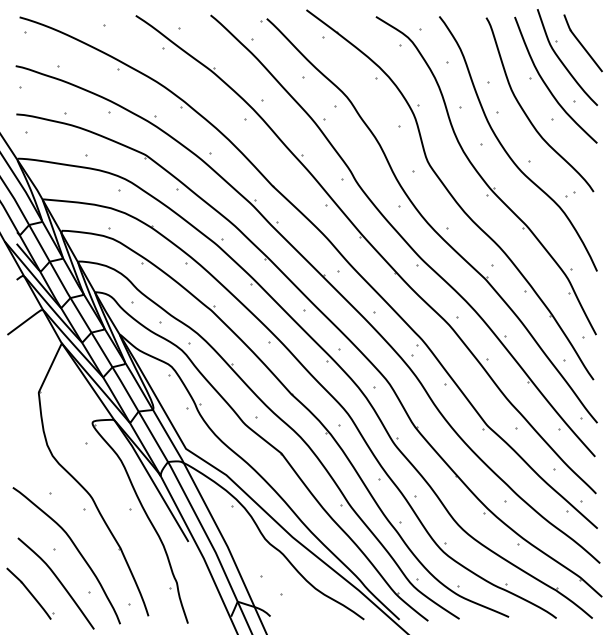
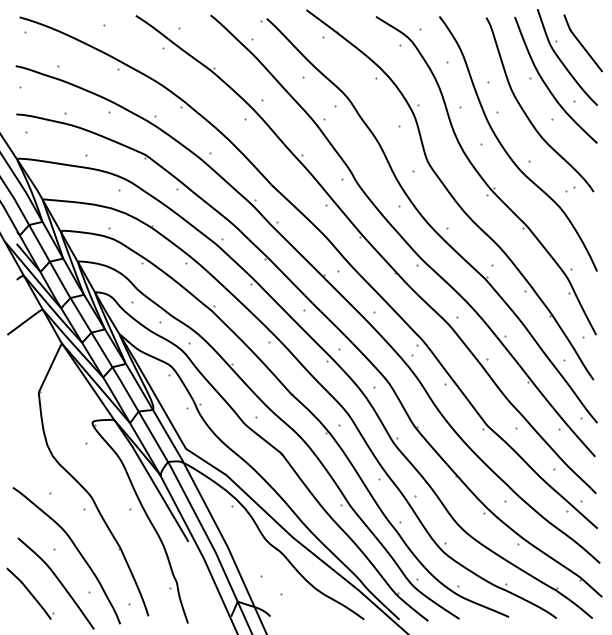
part at (570, 194) position: (570, 194) -> (570, 189)
